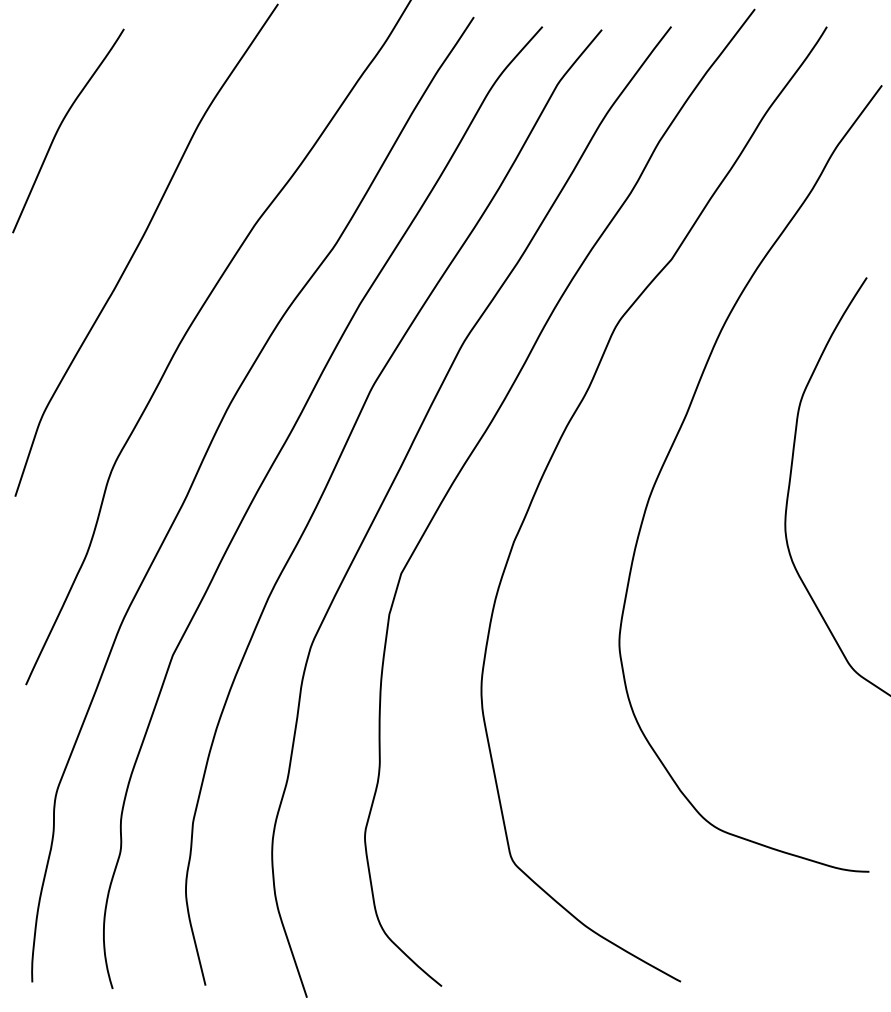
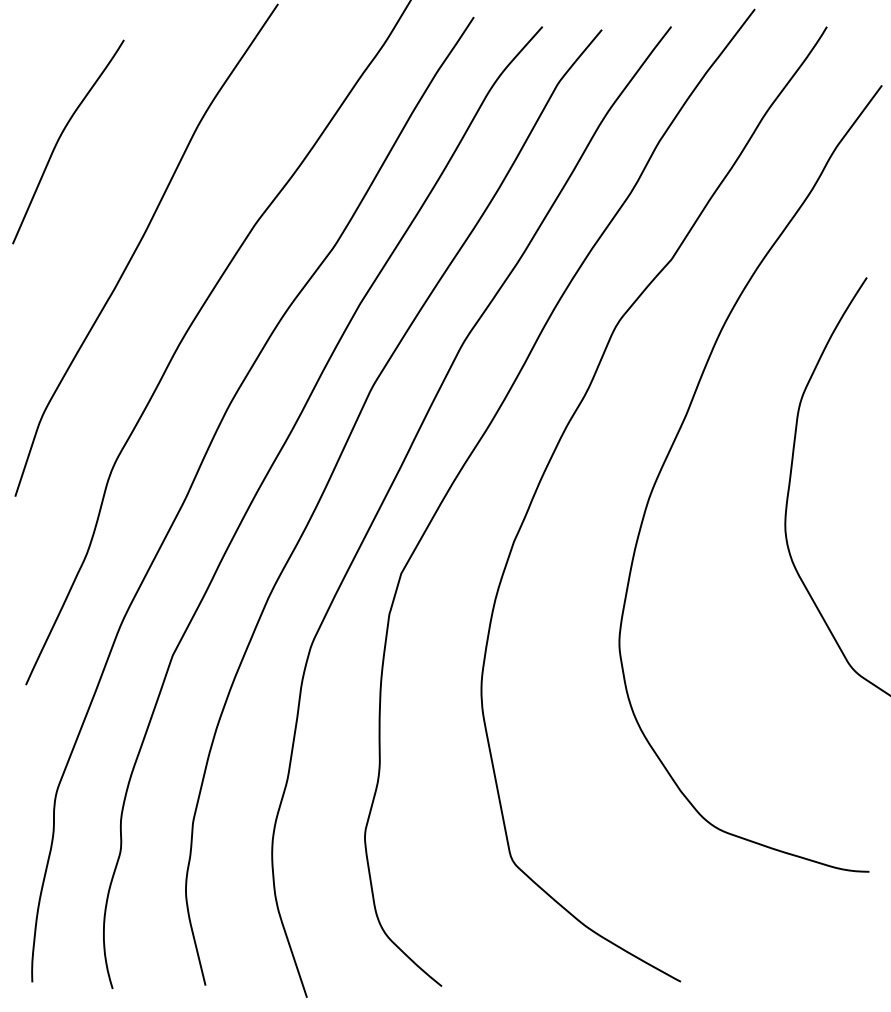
curve at (60, 127) position: (60, 127) -> (60, 138)
